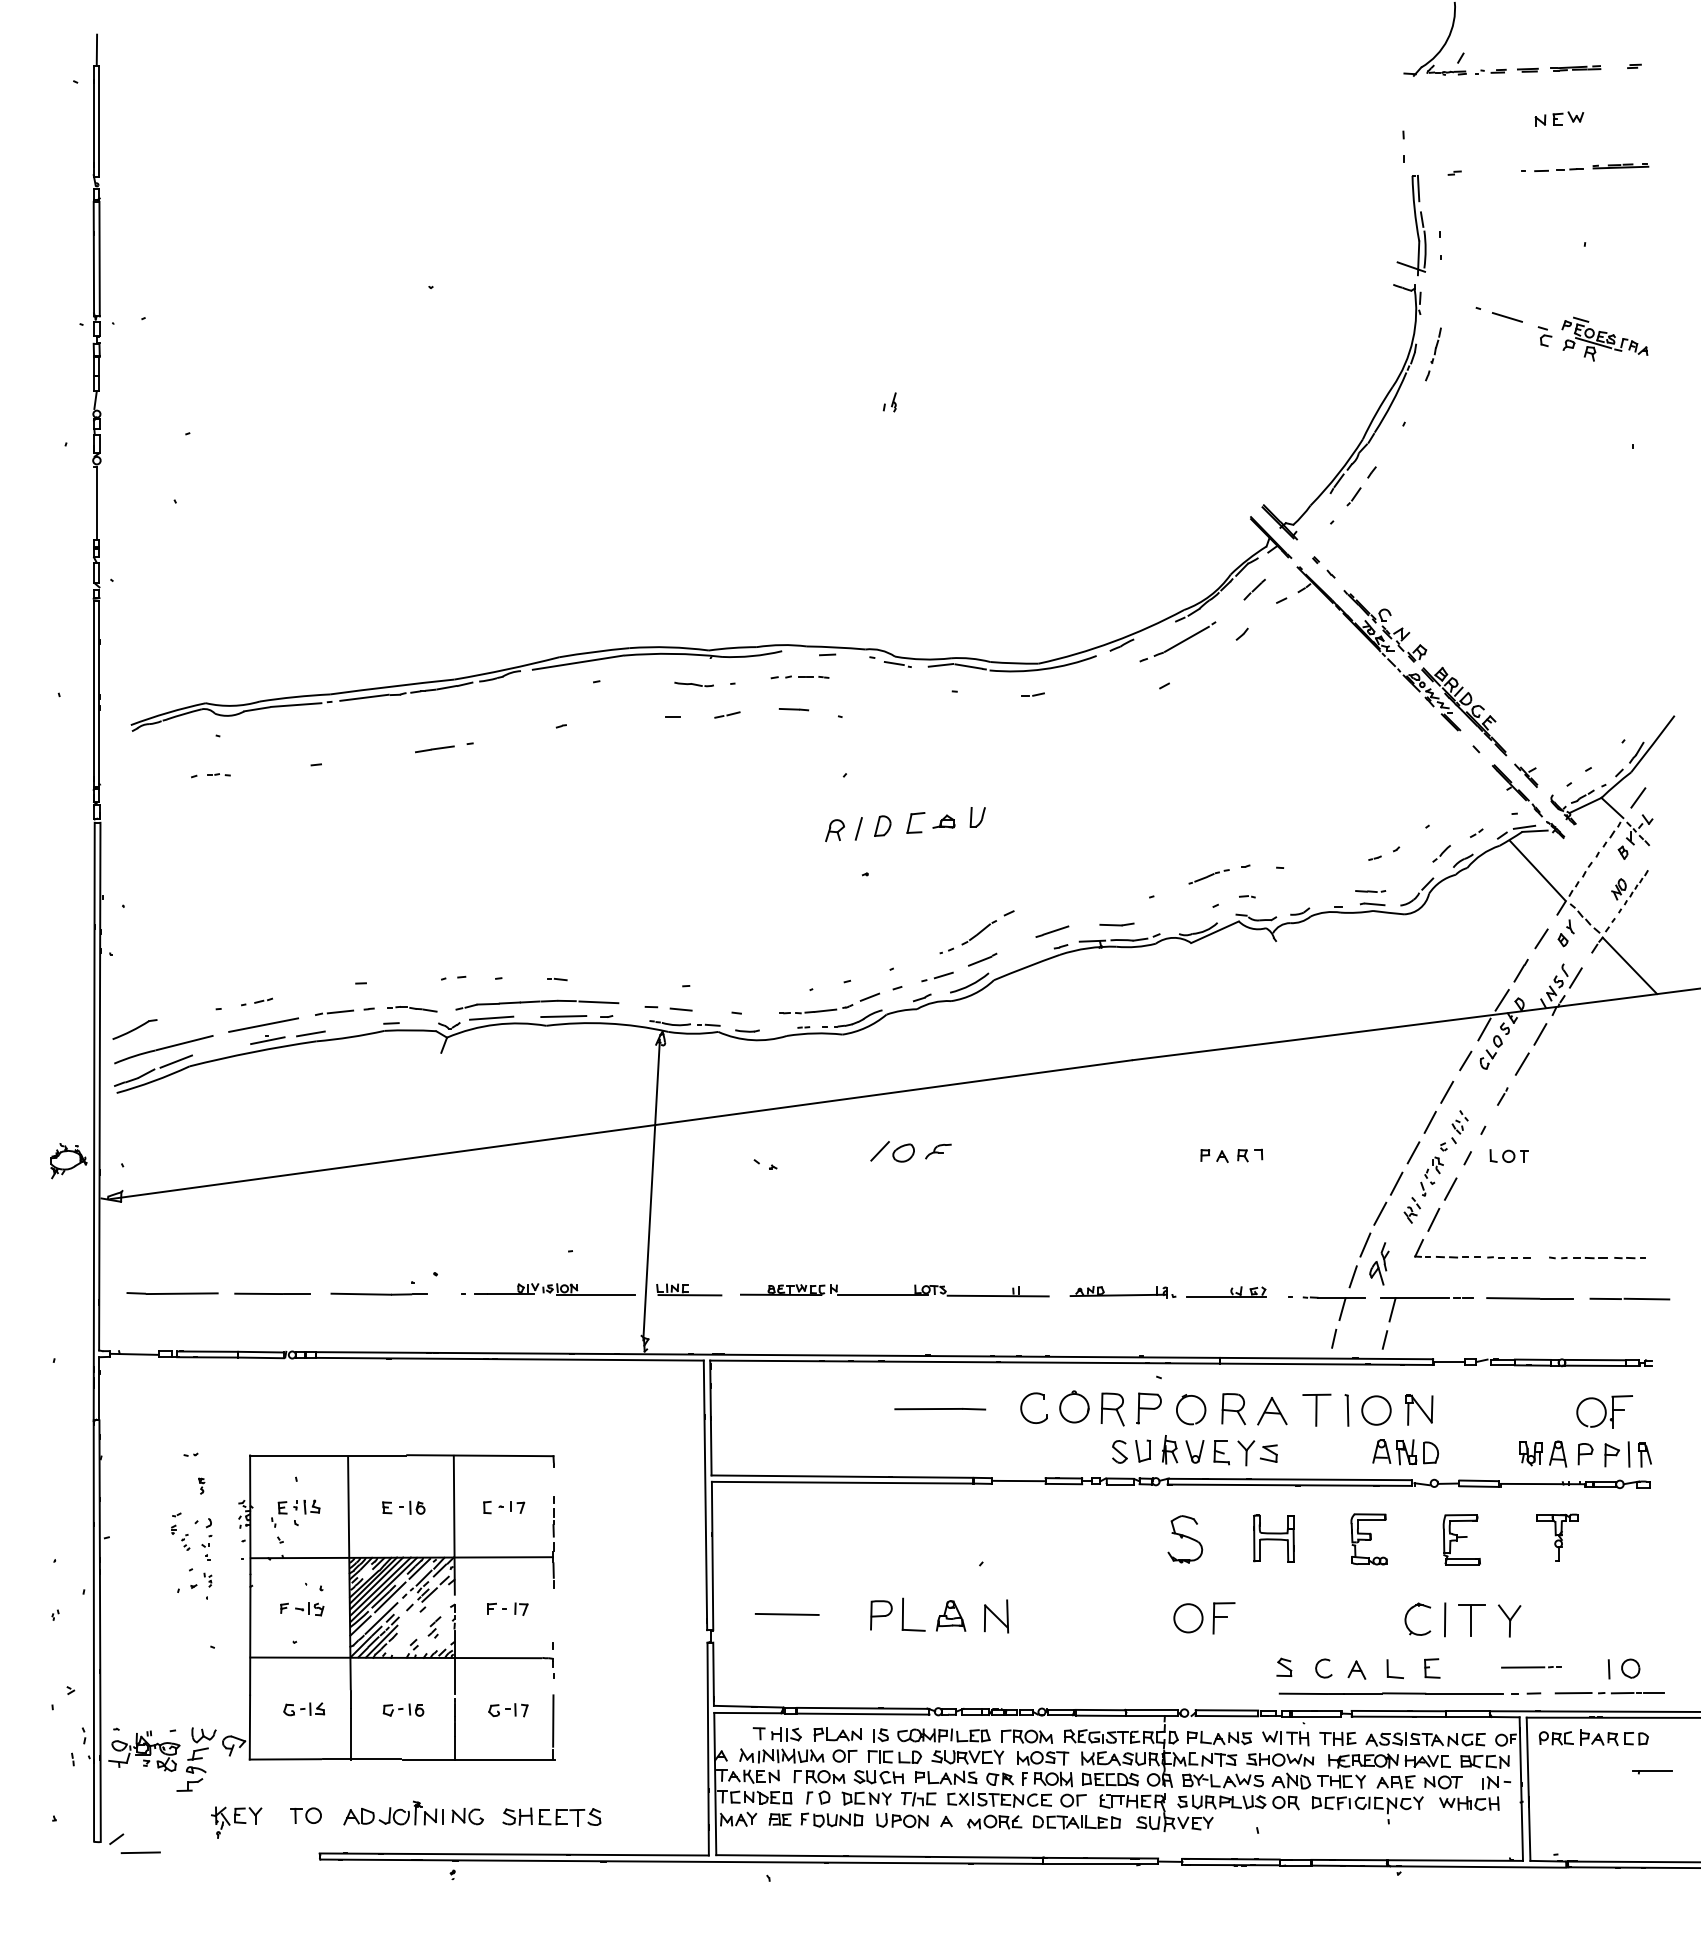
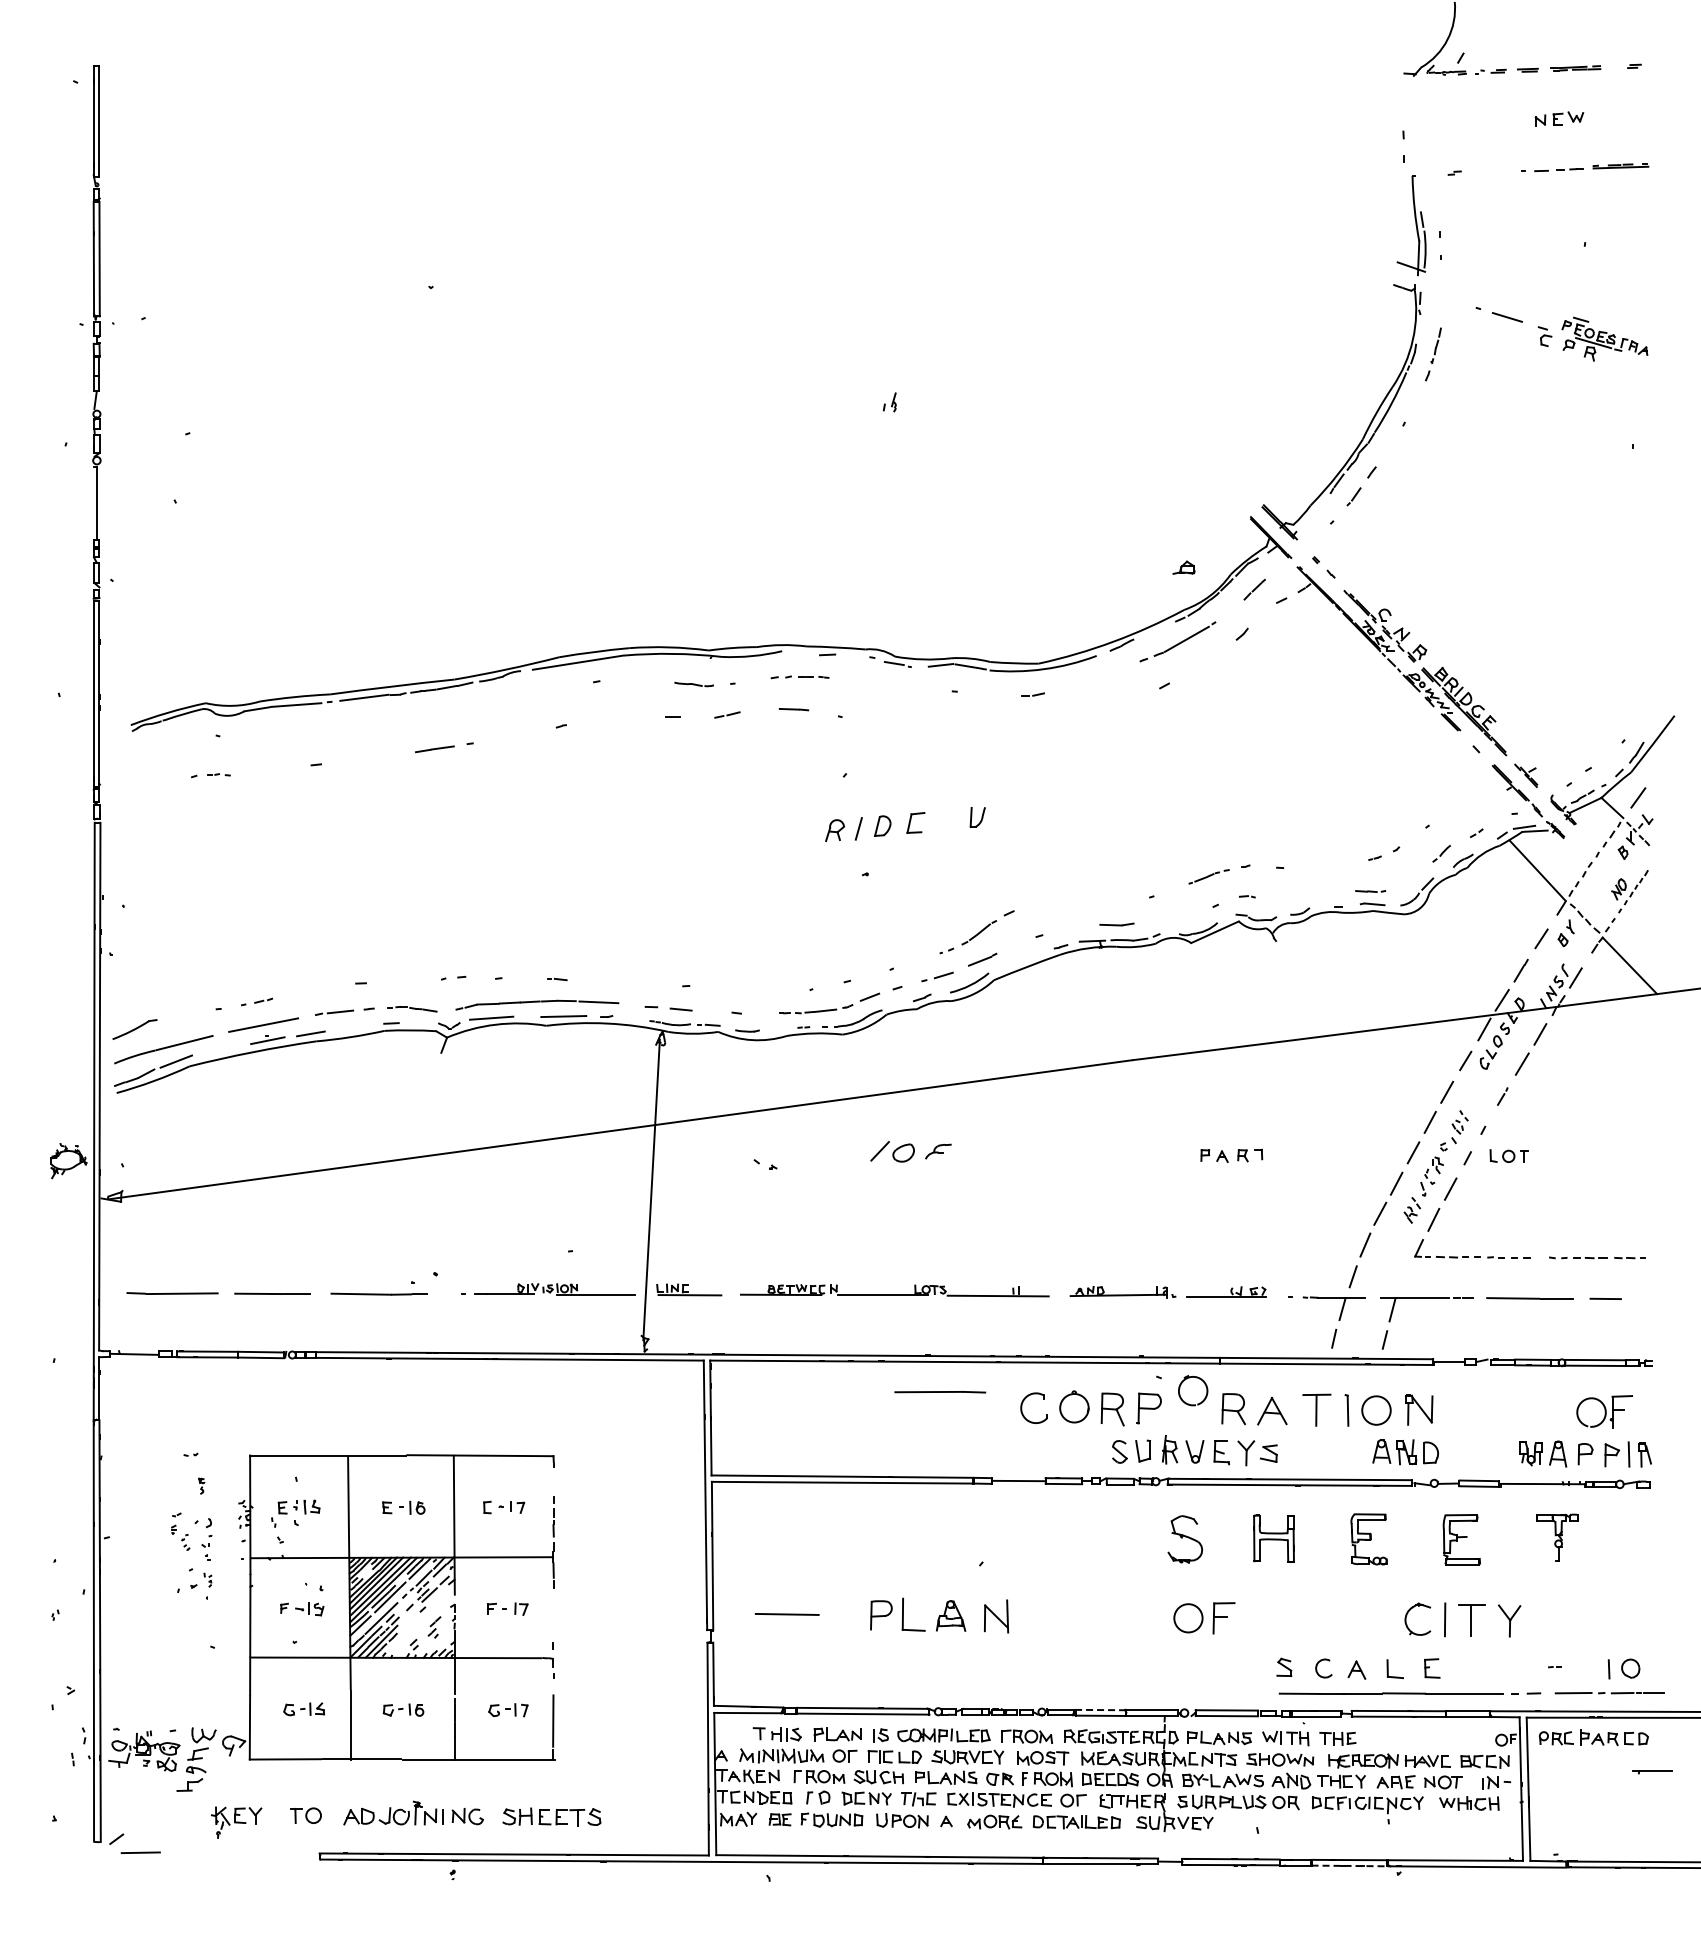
line at (96, 49): present -> none
line at (1418, 188): present -> none
part at (943, 821) position: (943, 821) -> (1183, 567)
line at (1055, 930): present -> none
part at (1379, 1263): present -> none
line at (1646, 1298): present -> none
part at (1194, 1397) position: (1194, 1397) -> (1196, 1378)
line at (940, 1409) position: (940, 1409) -> (940, 1392)
line at (1523, 1667): present -> none
line at (1100, 1710): solid -> dashed
part at (1425, 1739): present -> none
line at (1349, 1865): solid -> dashed
